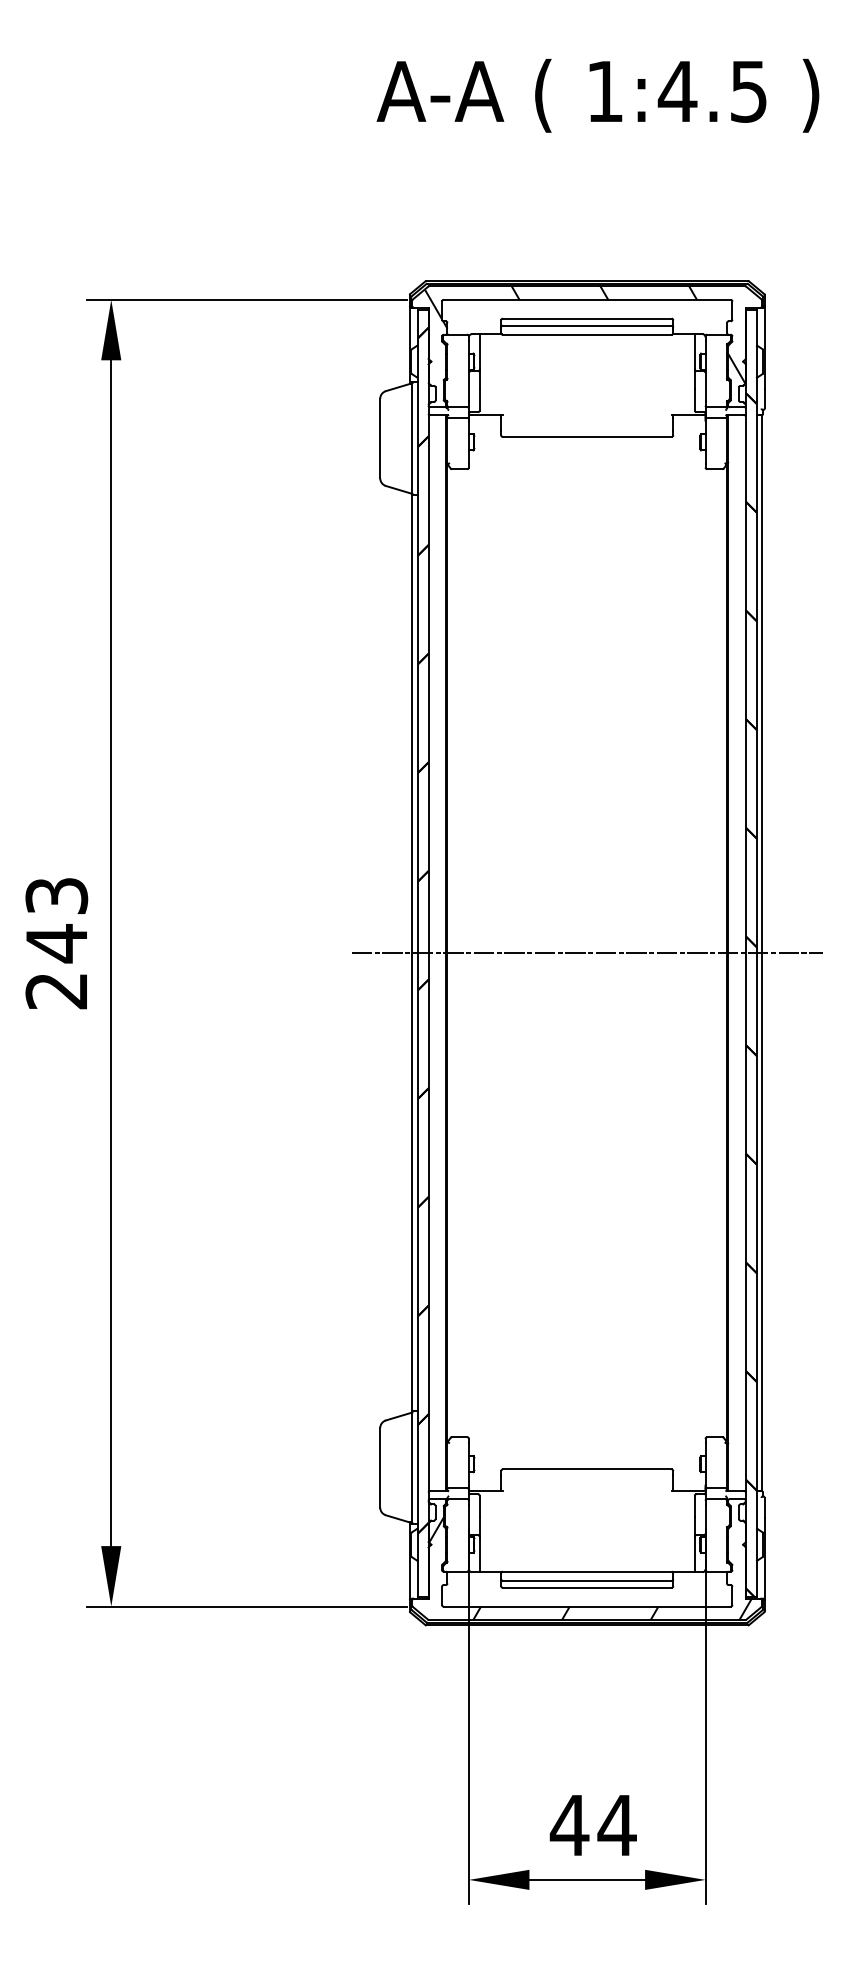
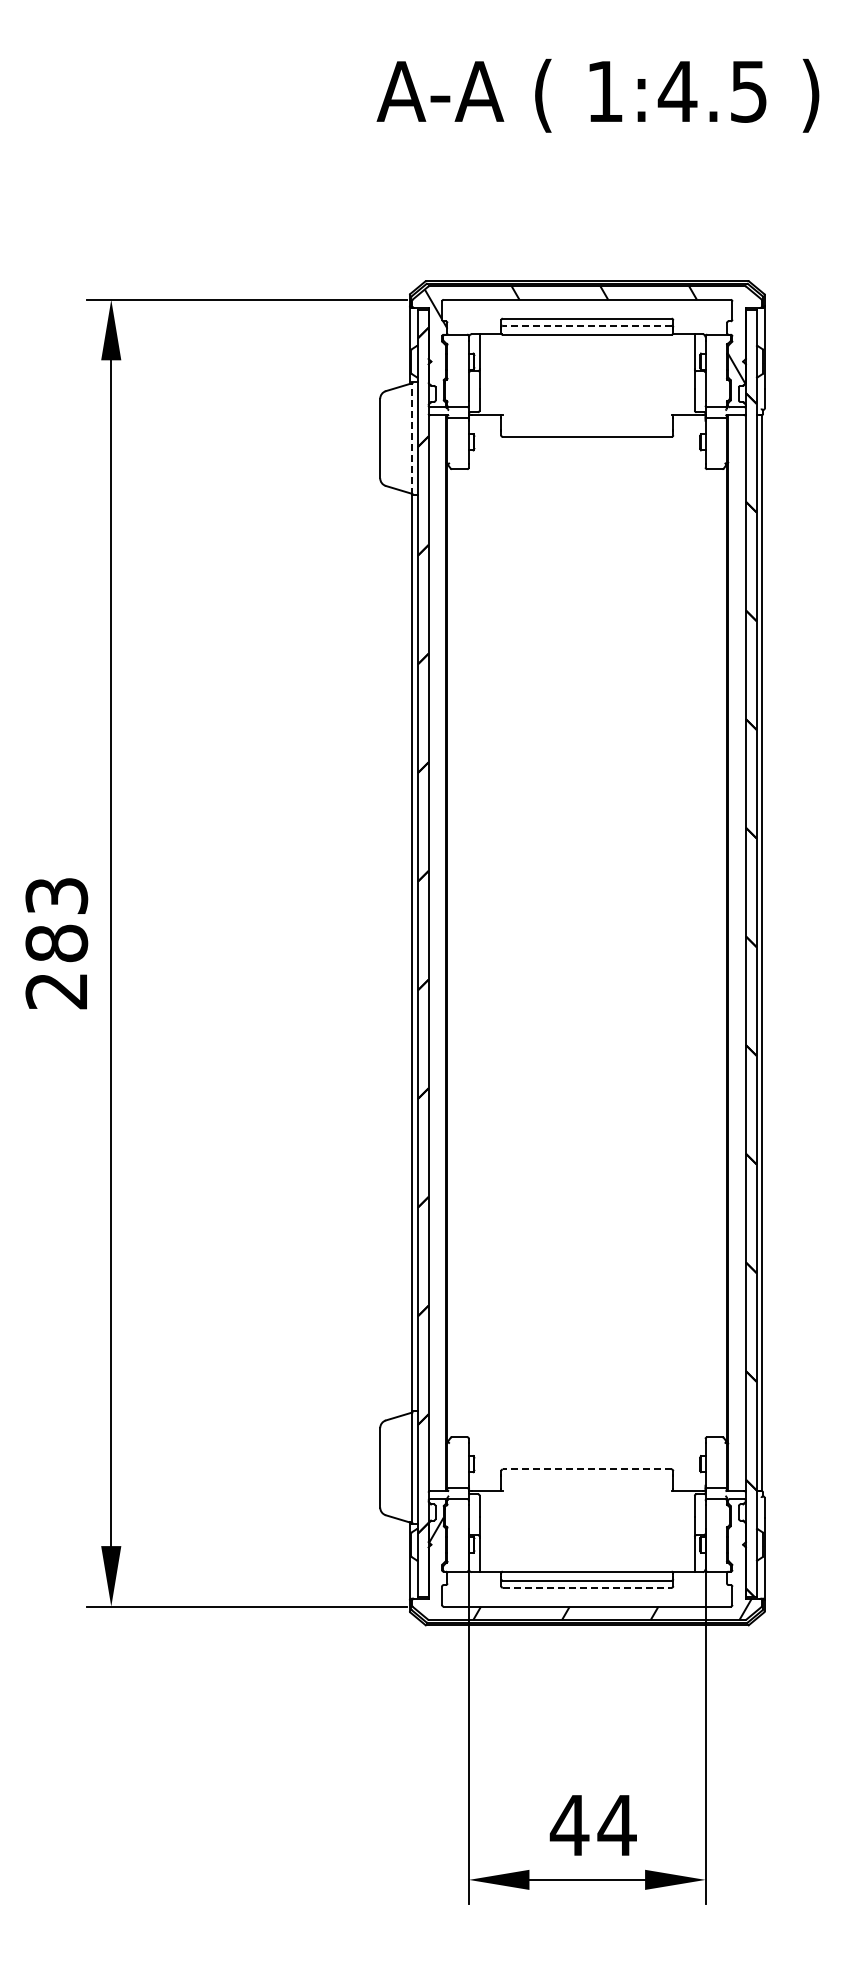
line at (586, 325): solid -> dashed
line at (412, 438): solid -> dashed
text at (56, 943): 243 -> 283
line at (586, 953): present -> none
line at (586, 1469): solid -> dashed
line at (587, 1587): solid -> dashed
